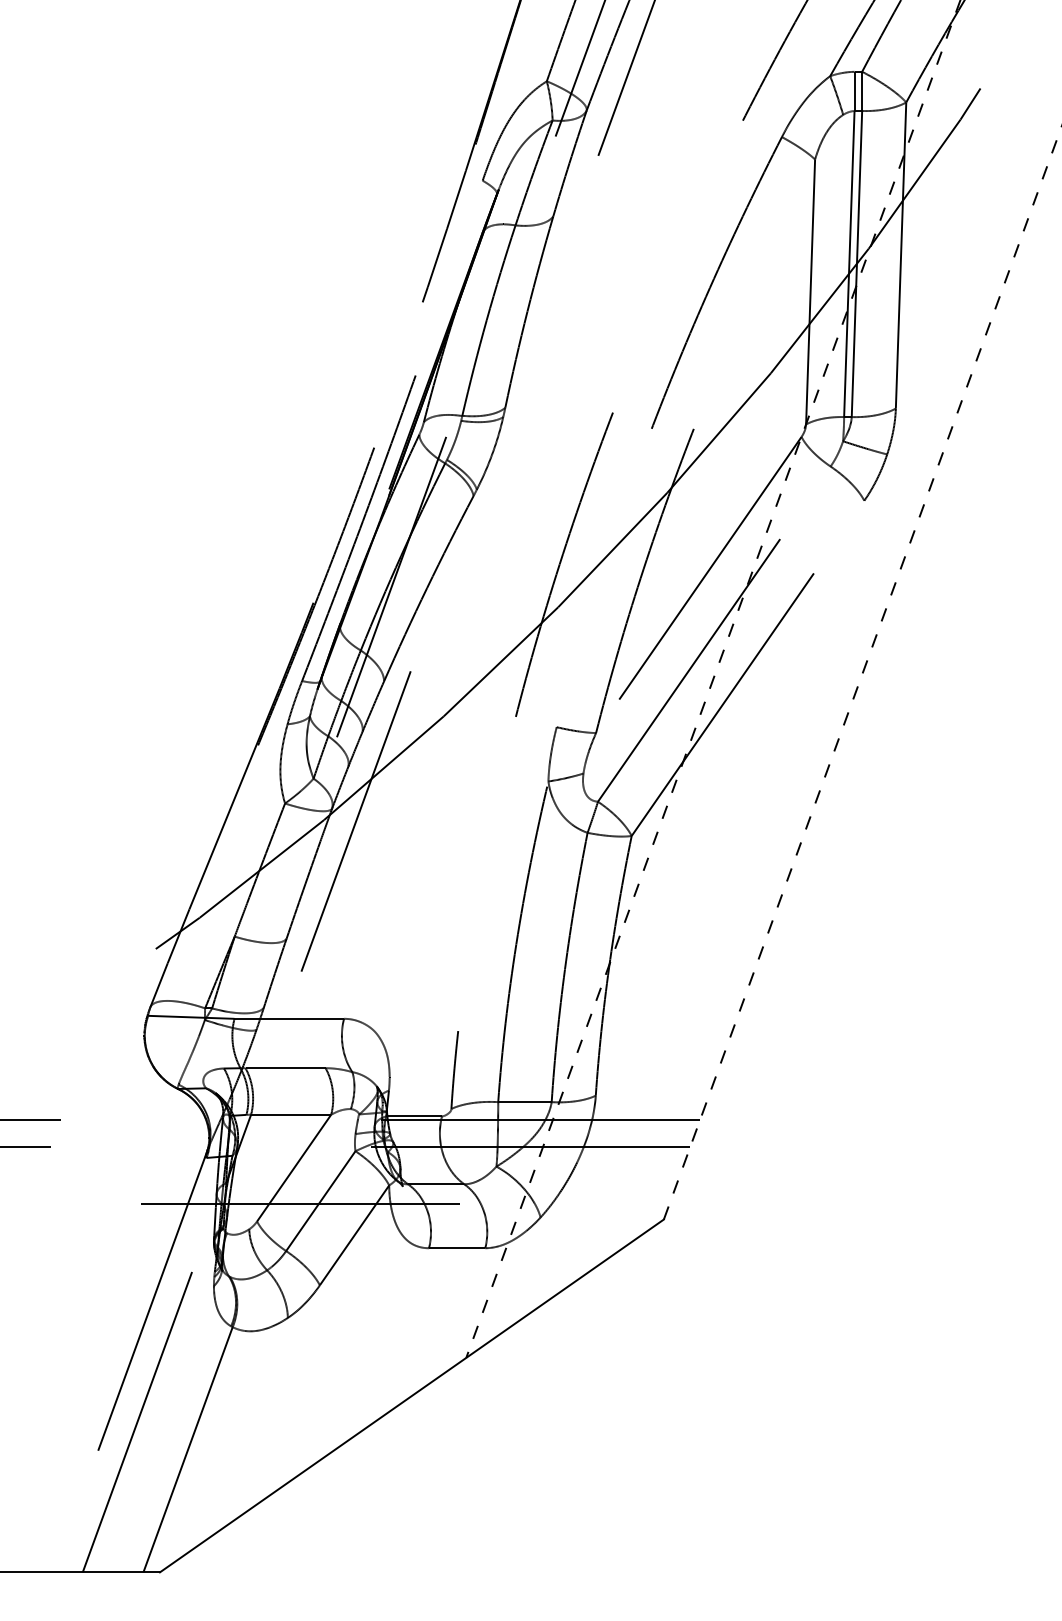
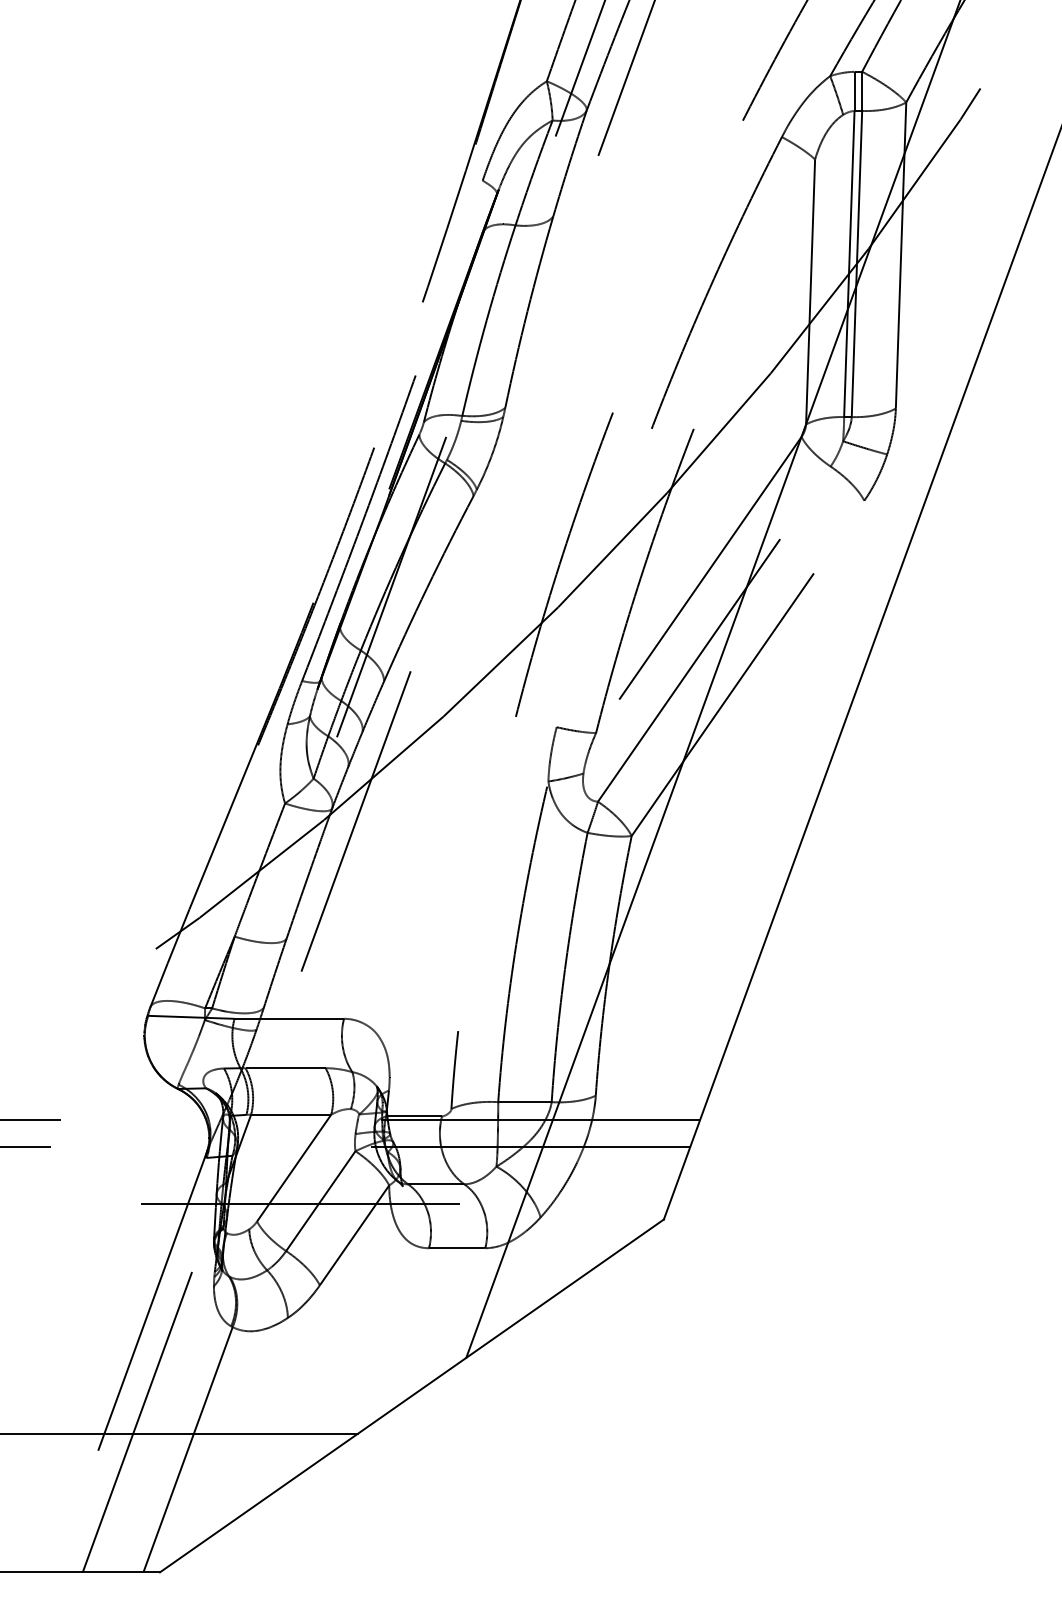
line at (862, 672): dashed -> solid
line at (713, 679): dashed -> solid
line at (179, 1434): none -> present
